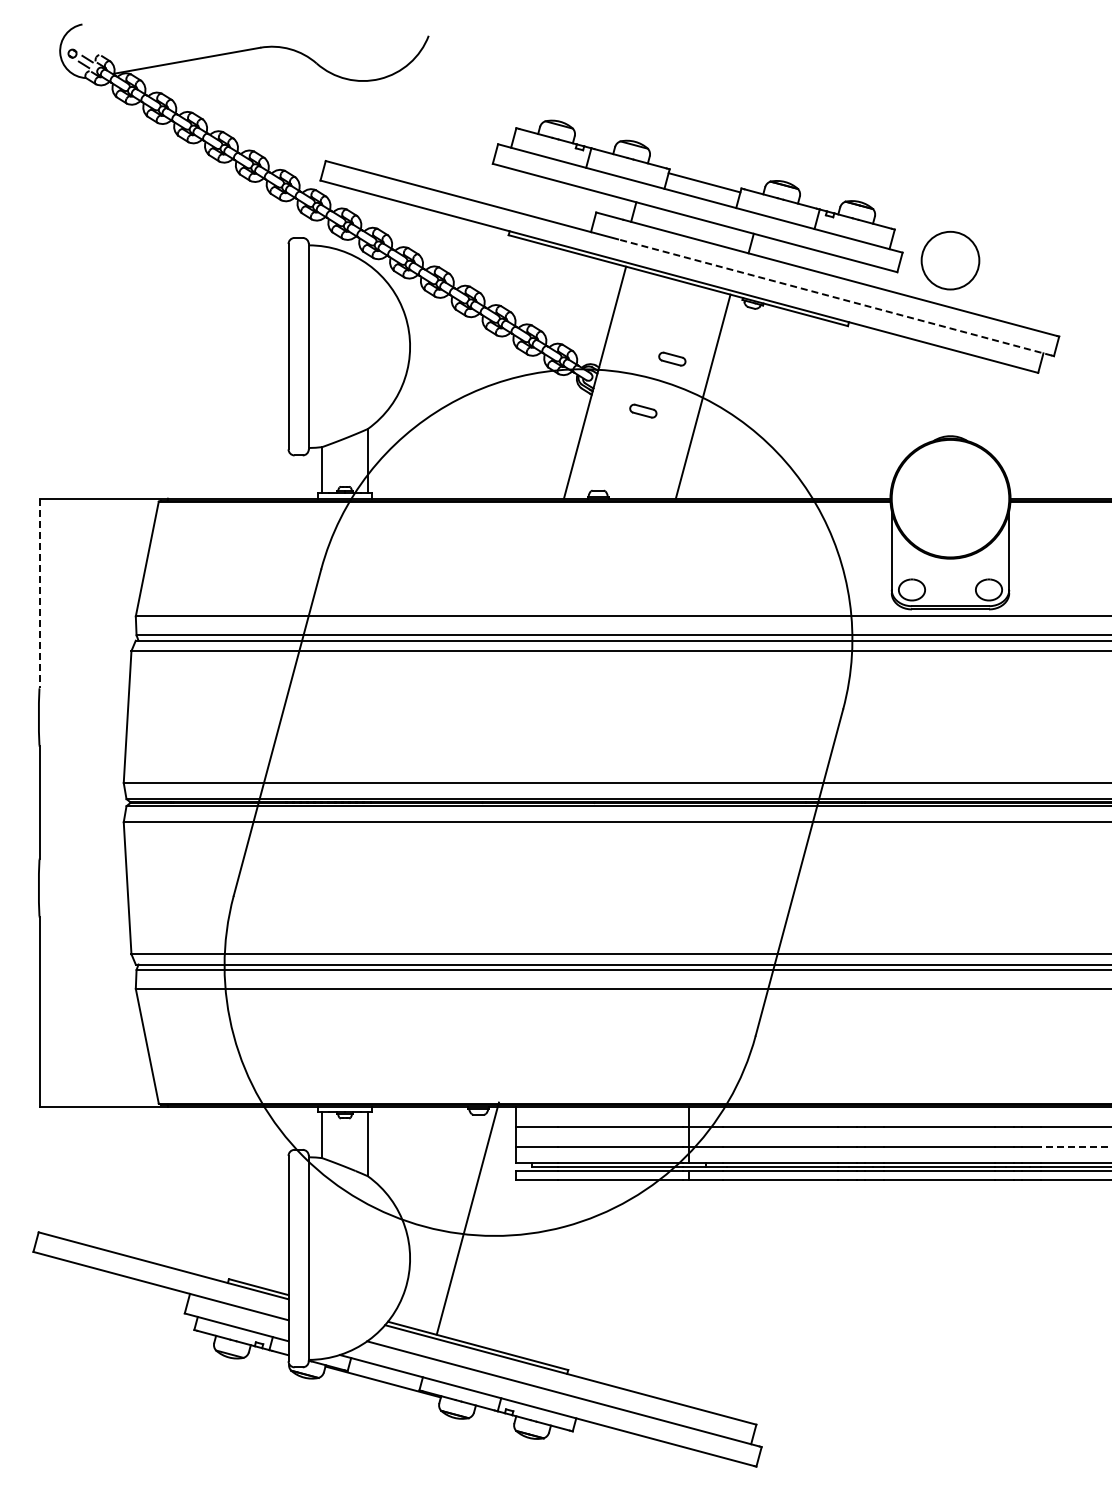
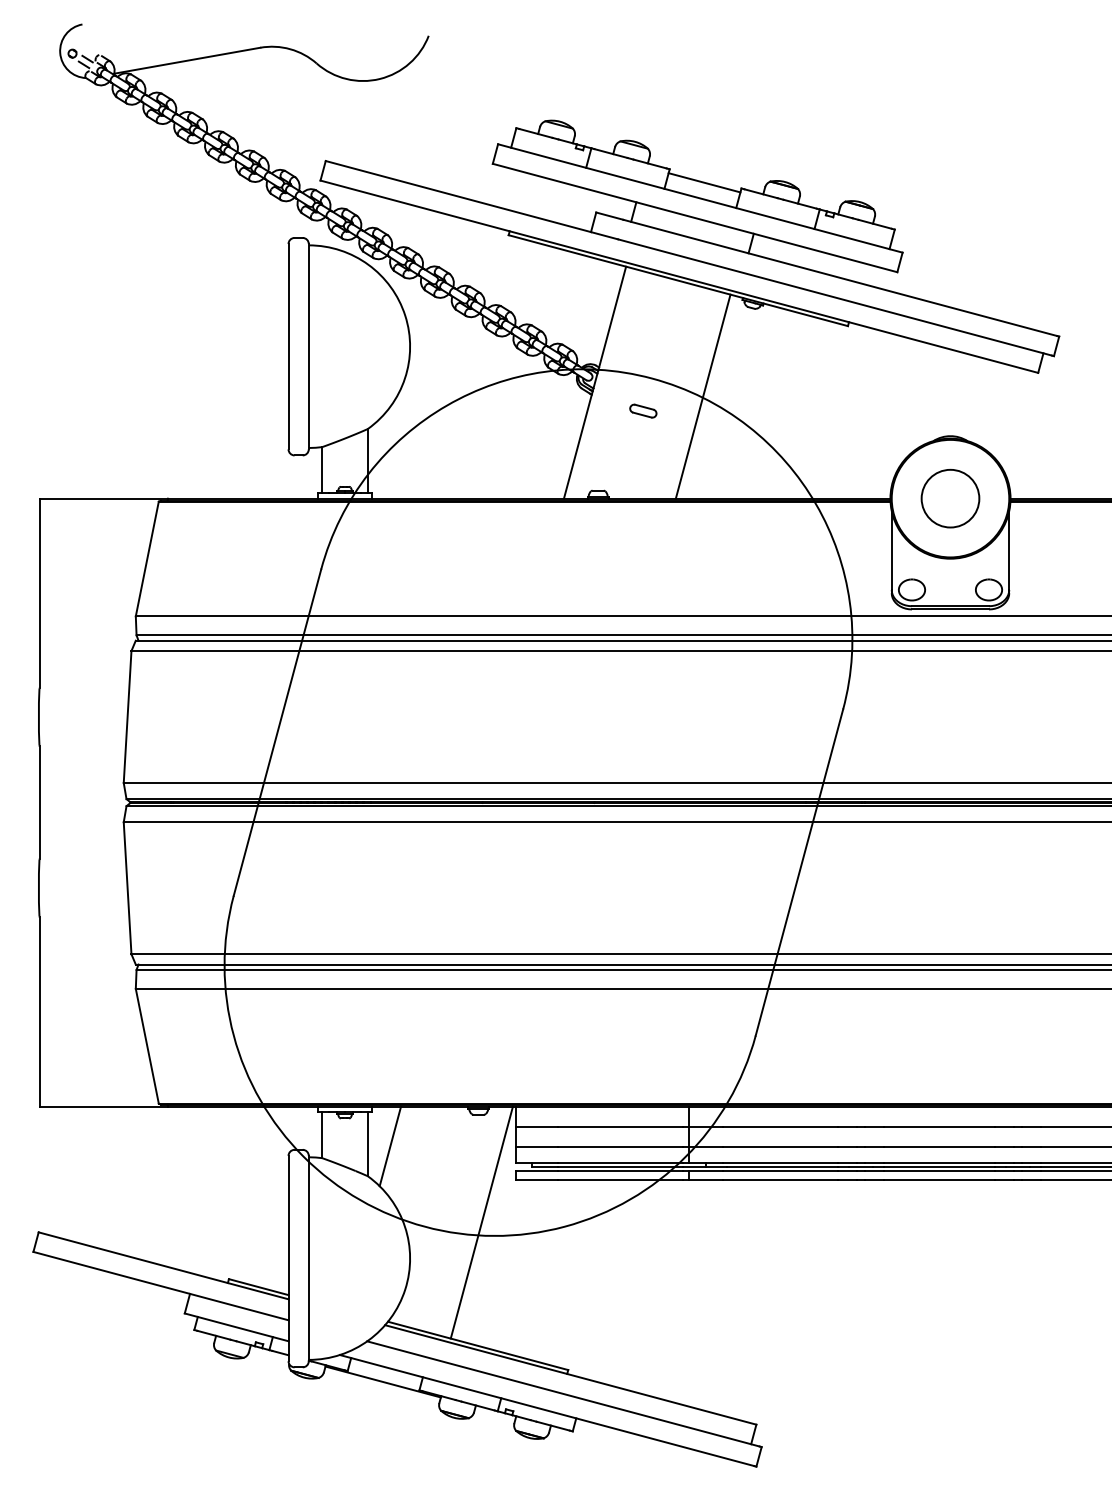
circle at (950, 260) position: (950, 260) -> (950, 498)
line at (835, 297): dashed -> solid
part at (672, 358): present -> none
line at (40, 593): dashed -> solid
line at (390, 1146): none -> present
line at (1075, 1147): dashed -> solid
line at (467, 1218) position: (467, 1218) -> (481, 1222)
